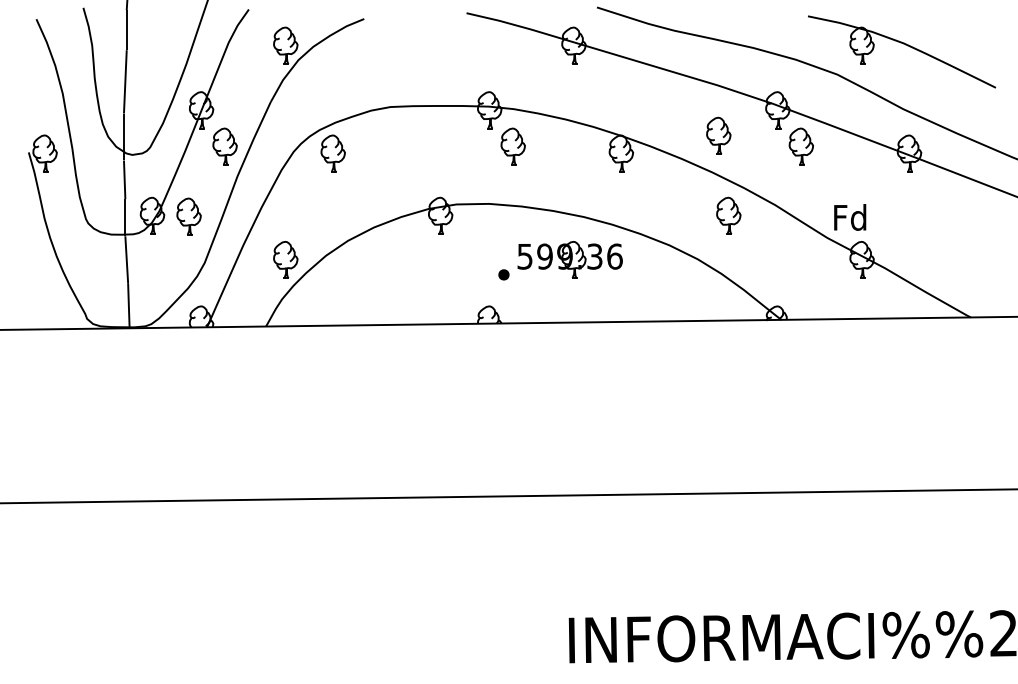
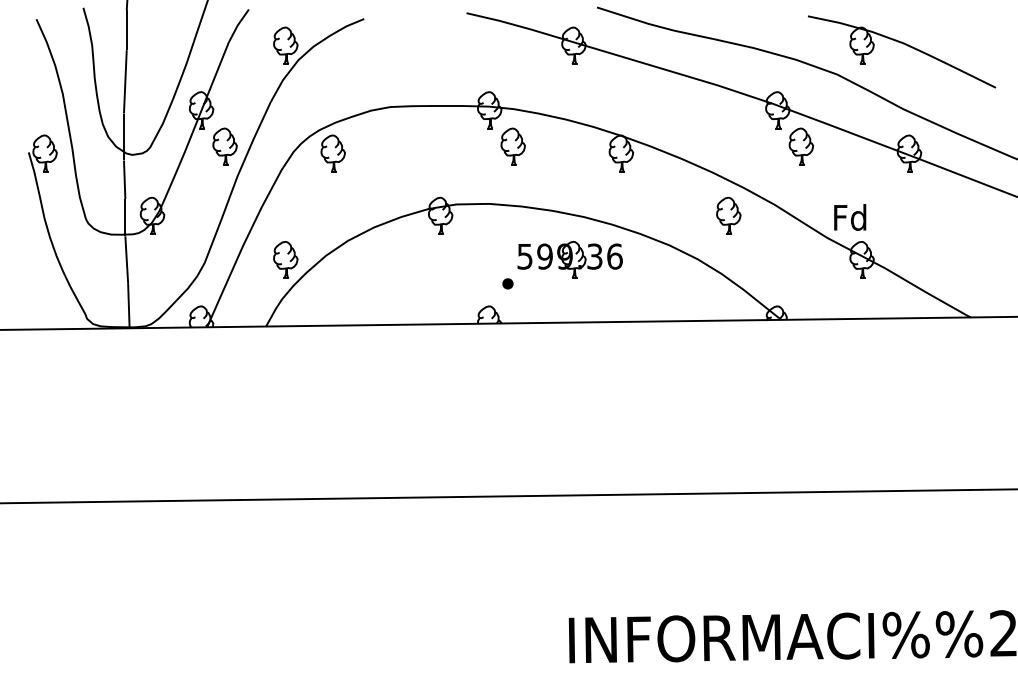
part at (718, 135): present -> none
part at (188, 216): present -> none
part at (503, 274) position: (503, 274) -> (507, 283)
